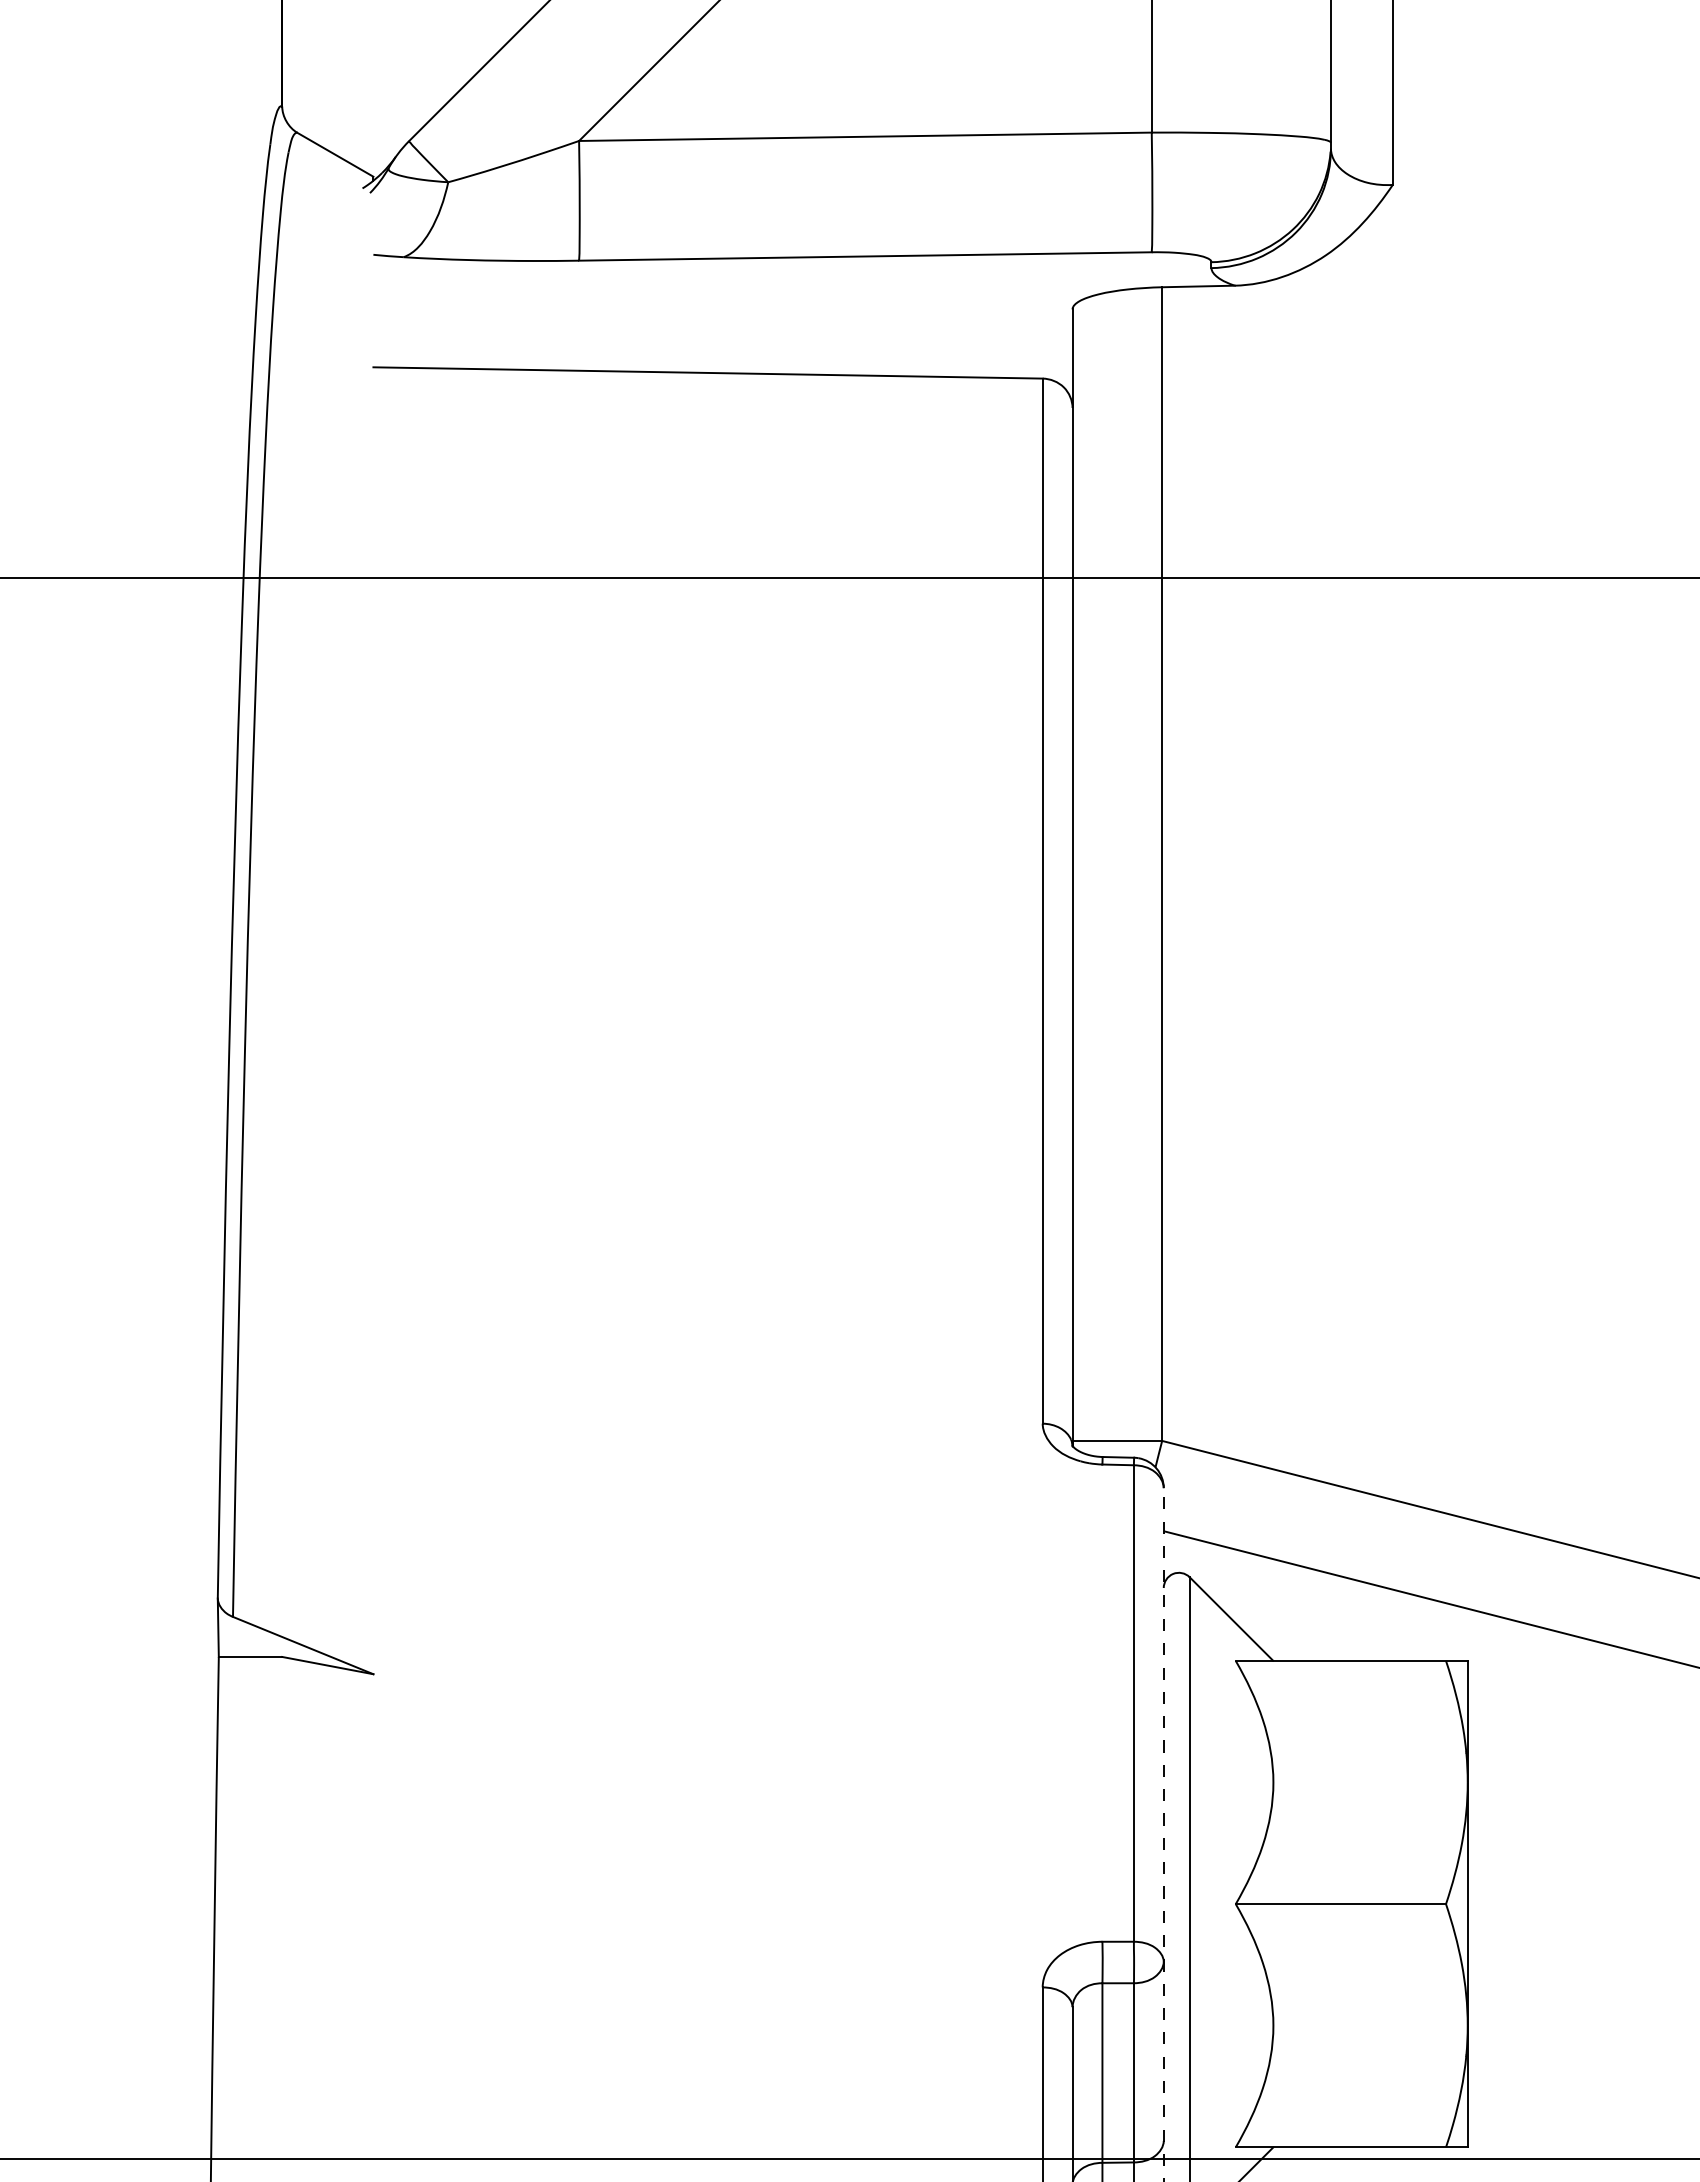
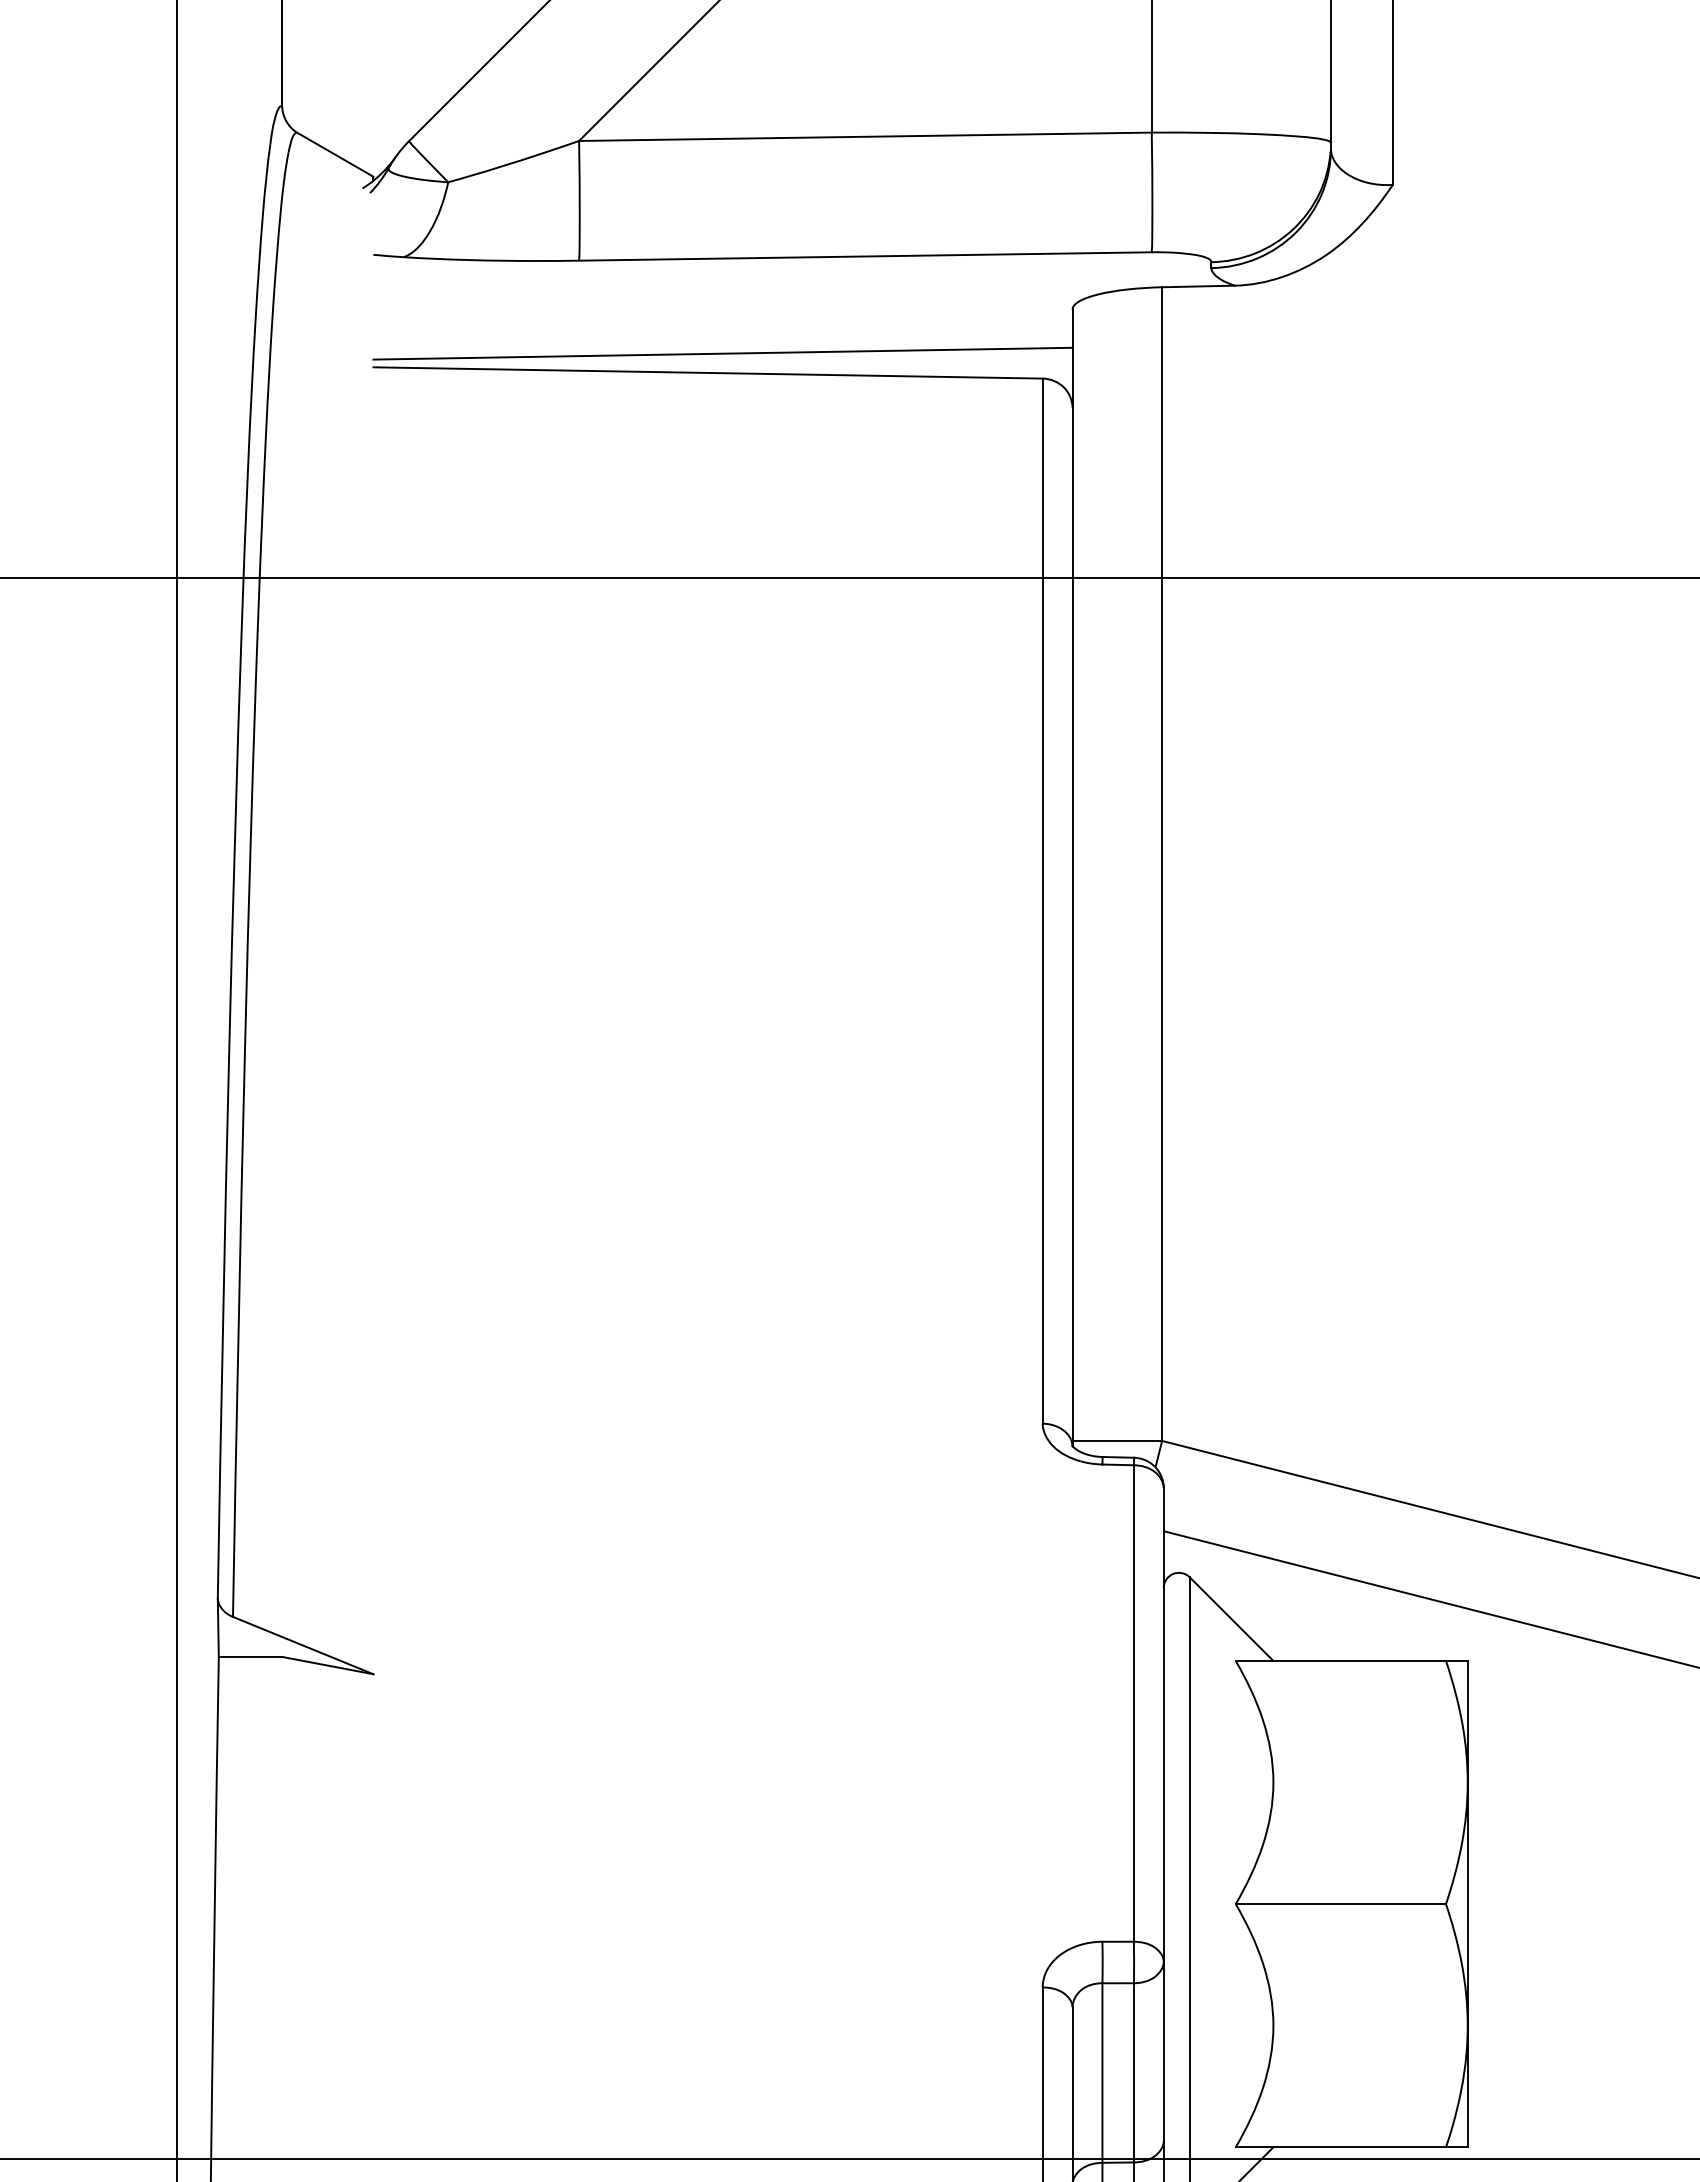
line at (722, 353): none -> present
line at (176, 1090): none -> present
line at (1163, 1834): dashed -> solid
